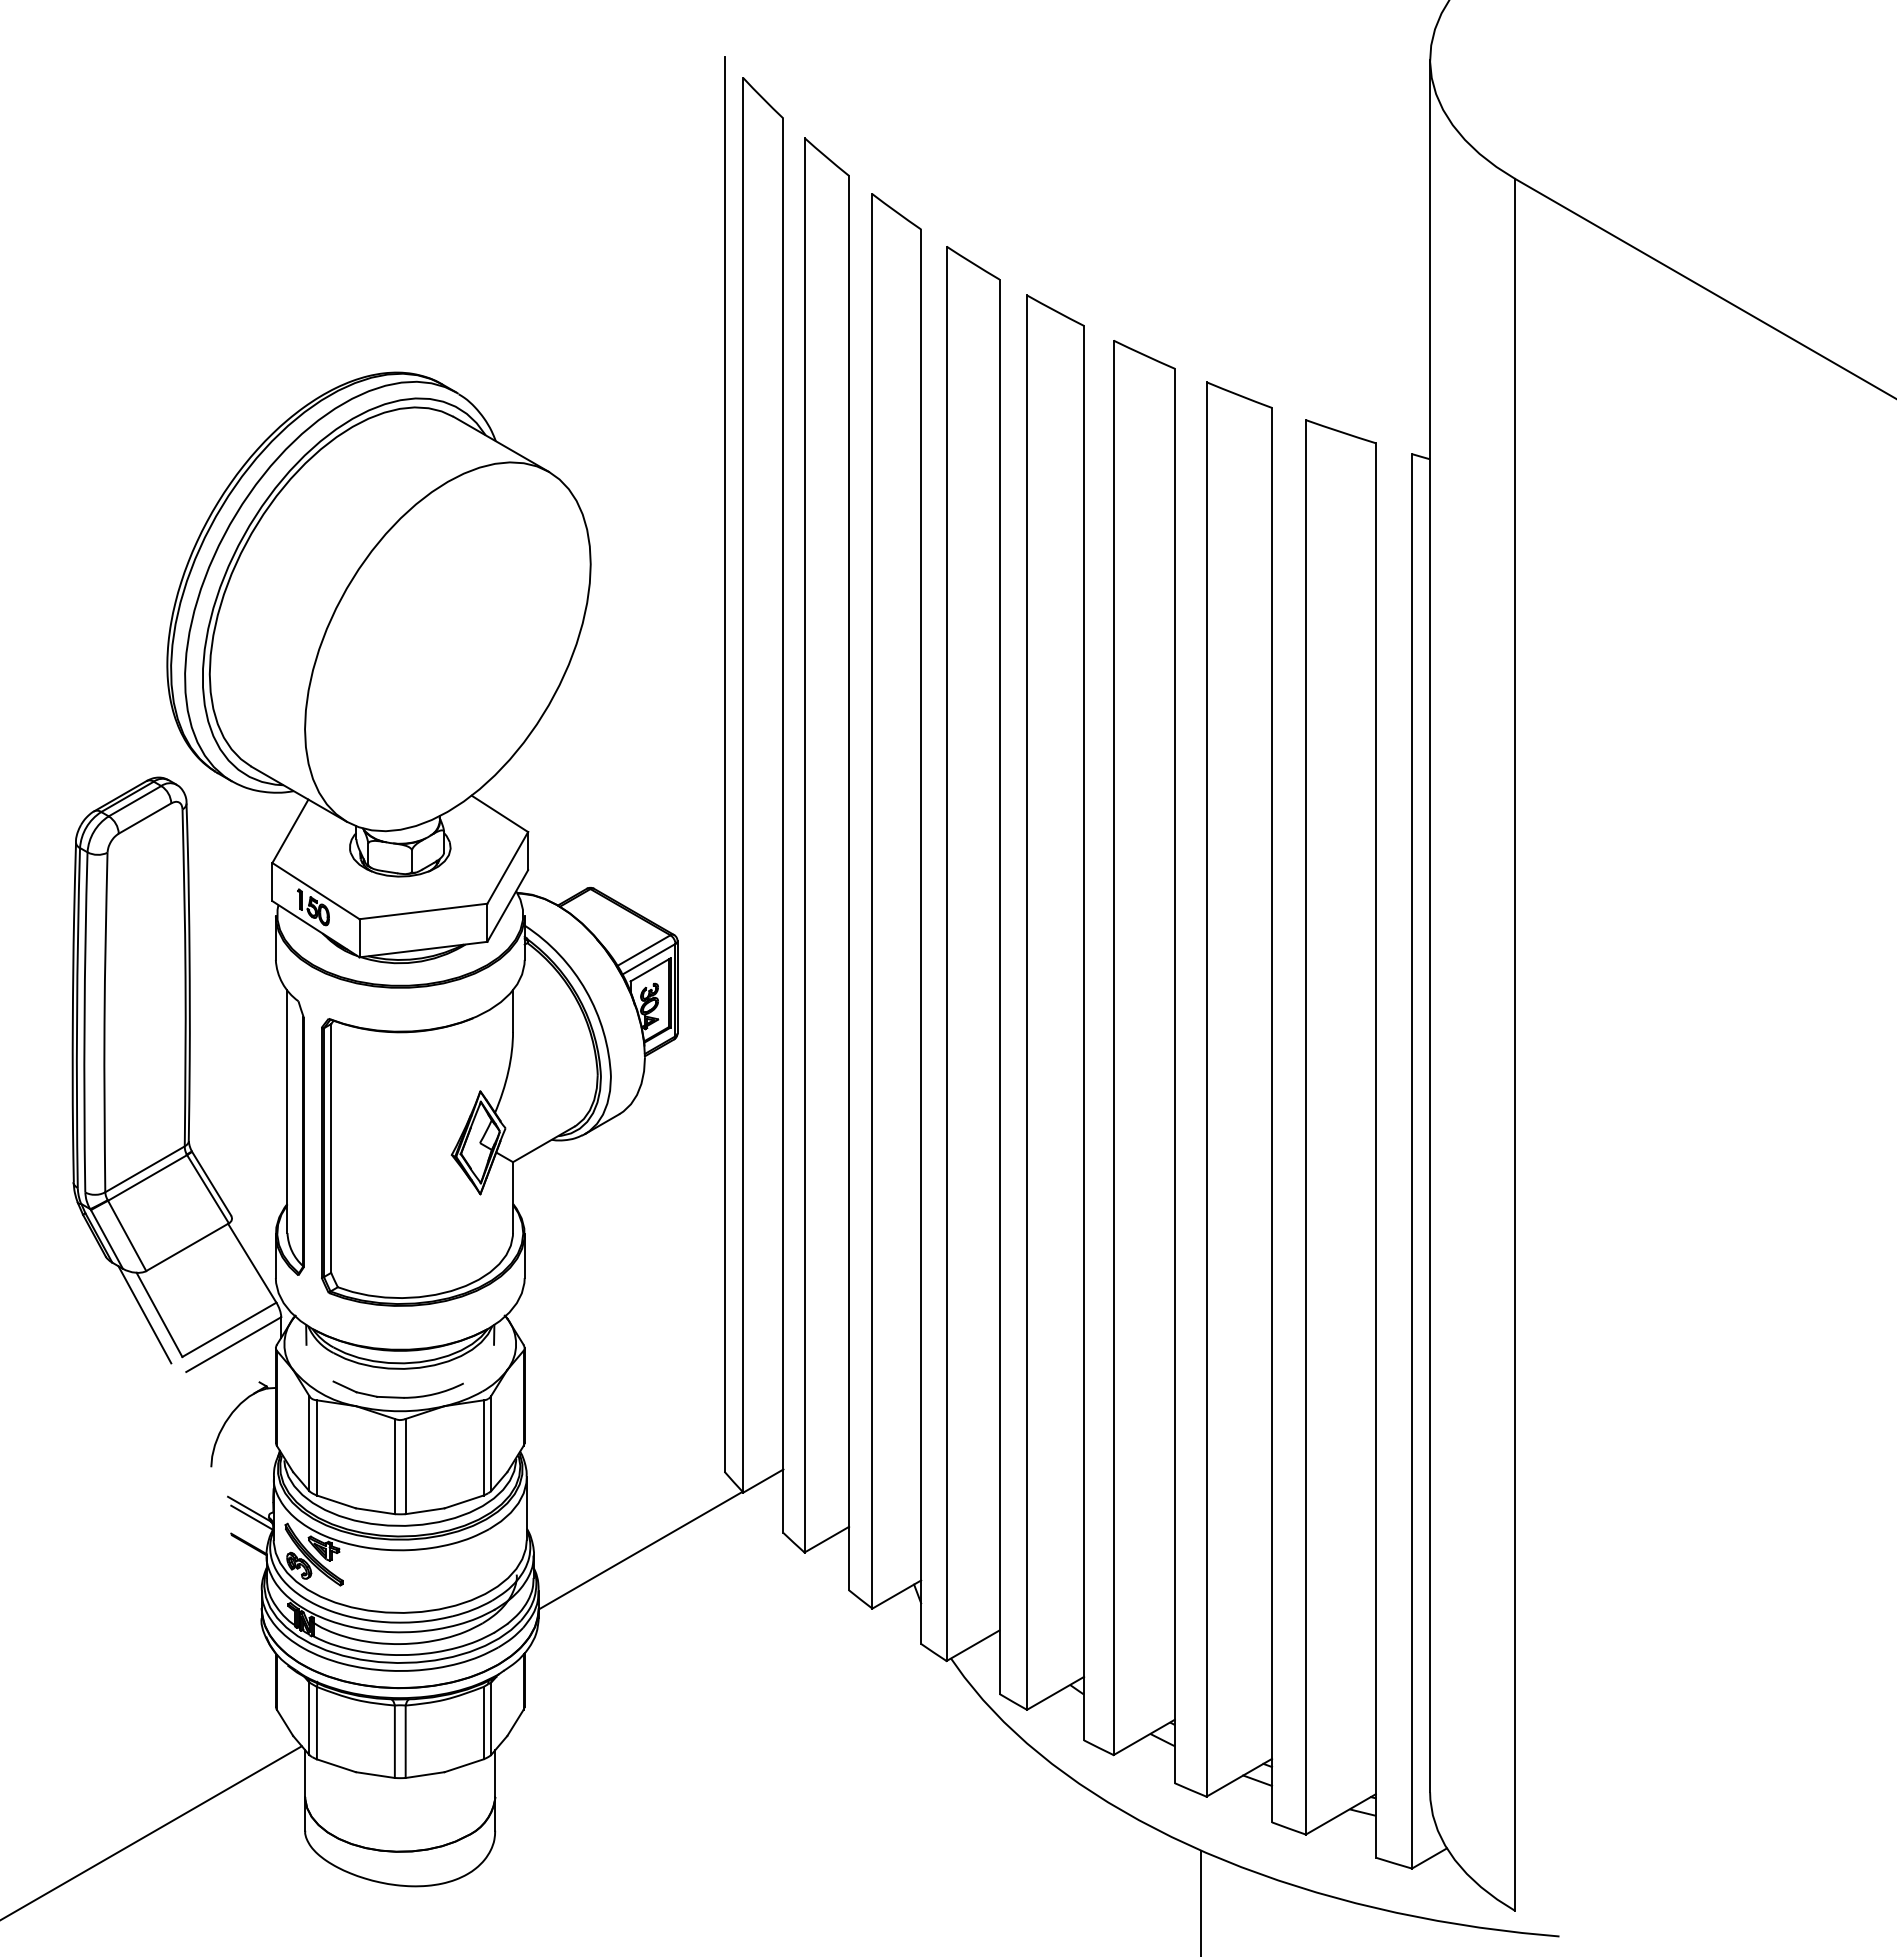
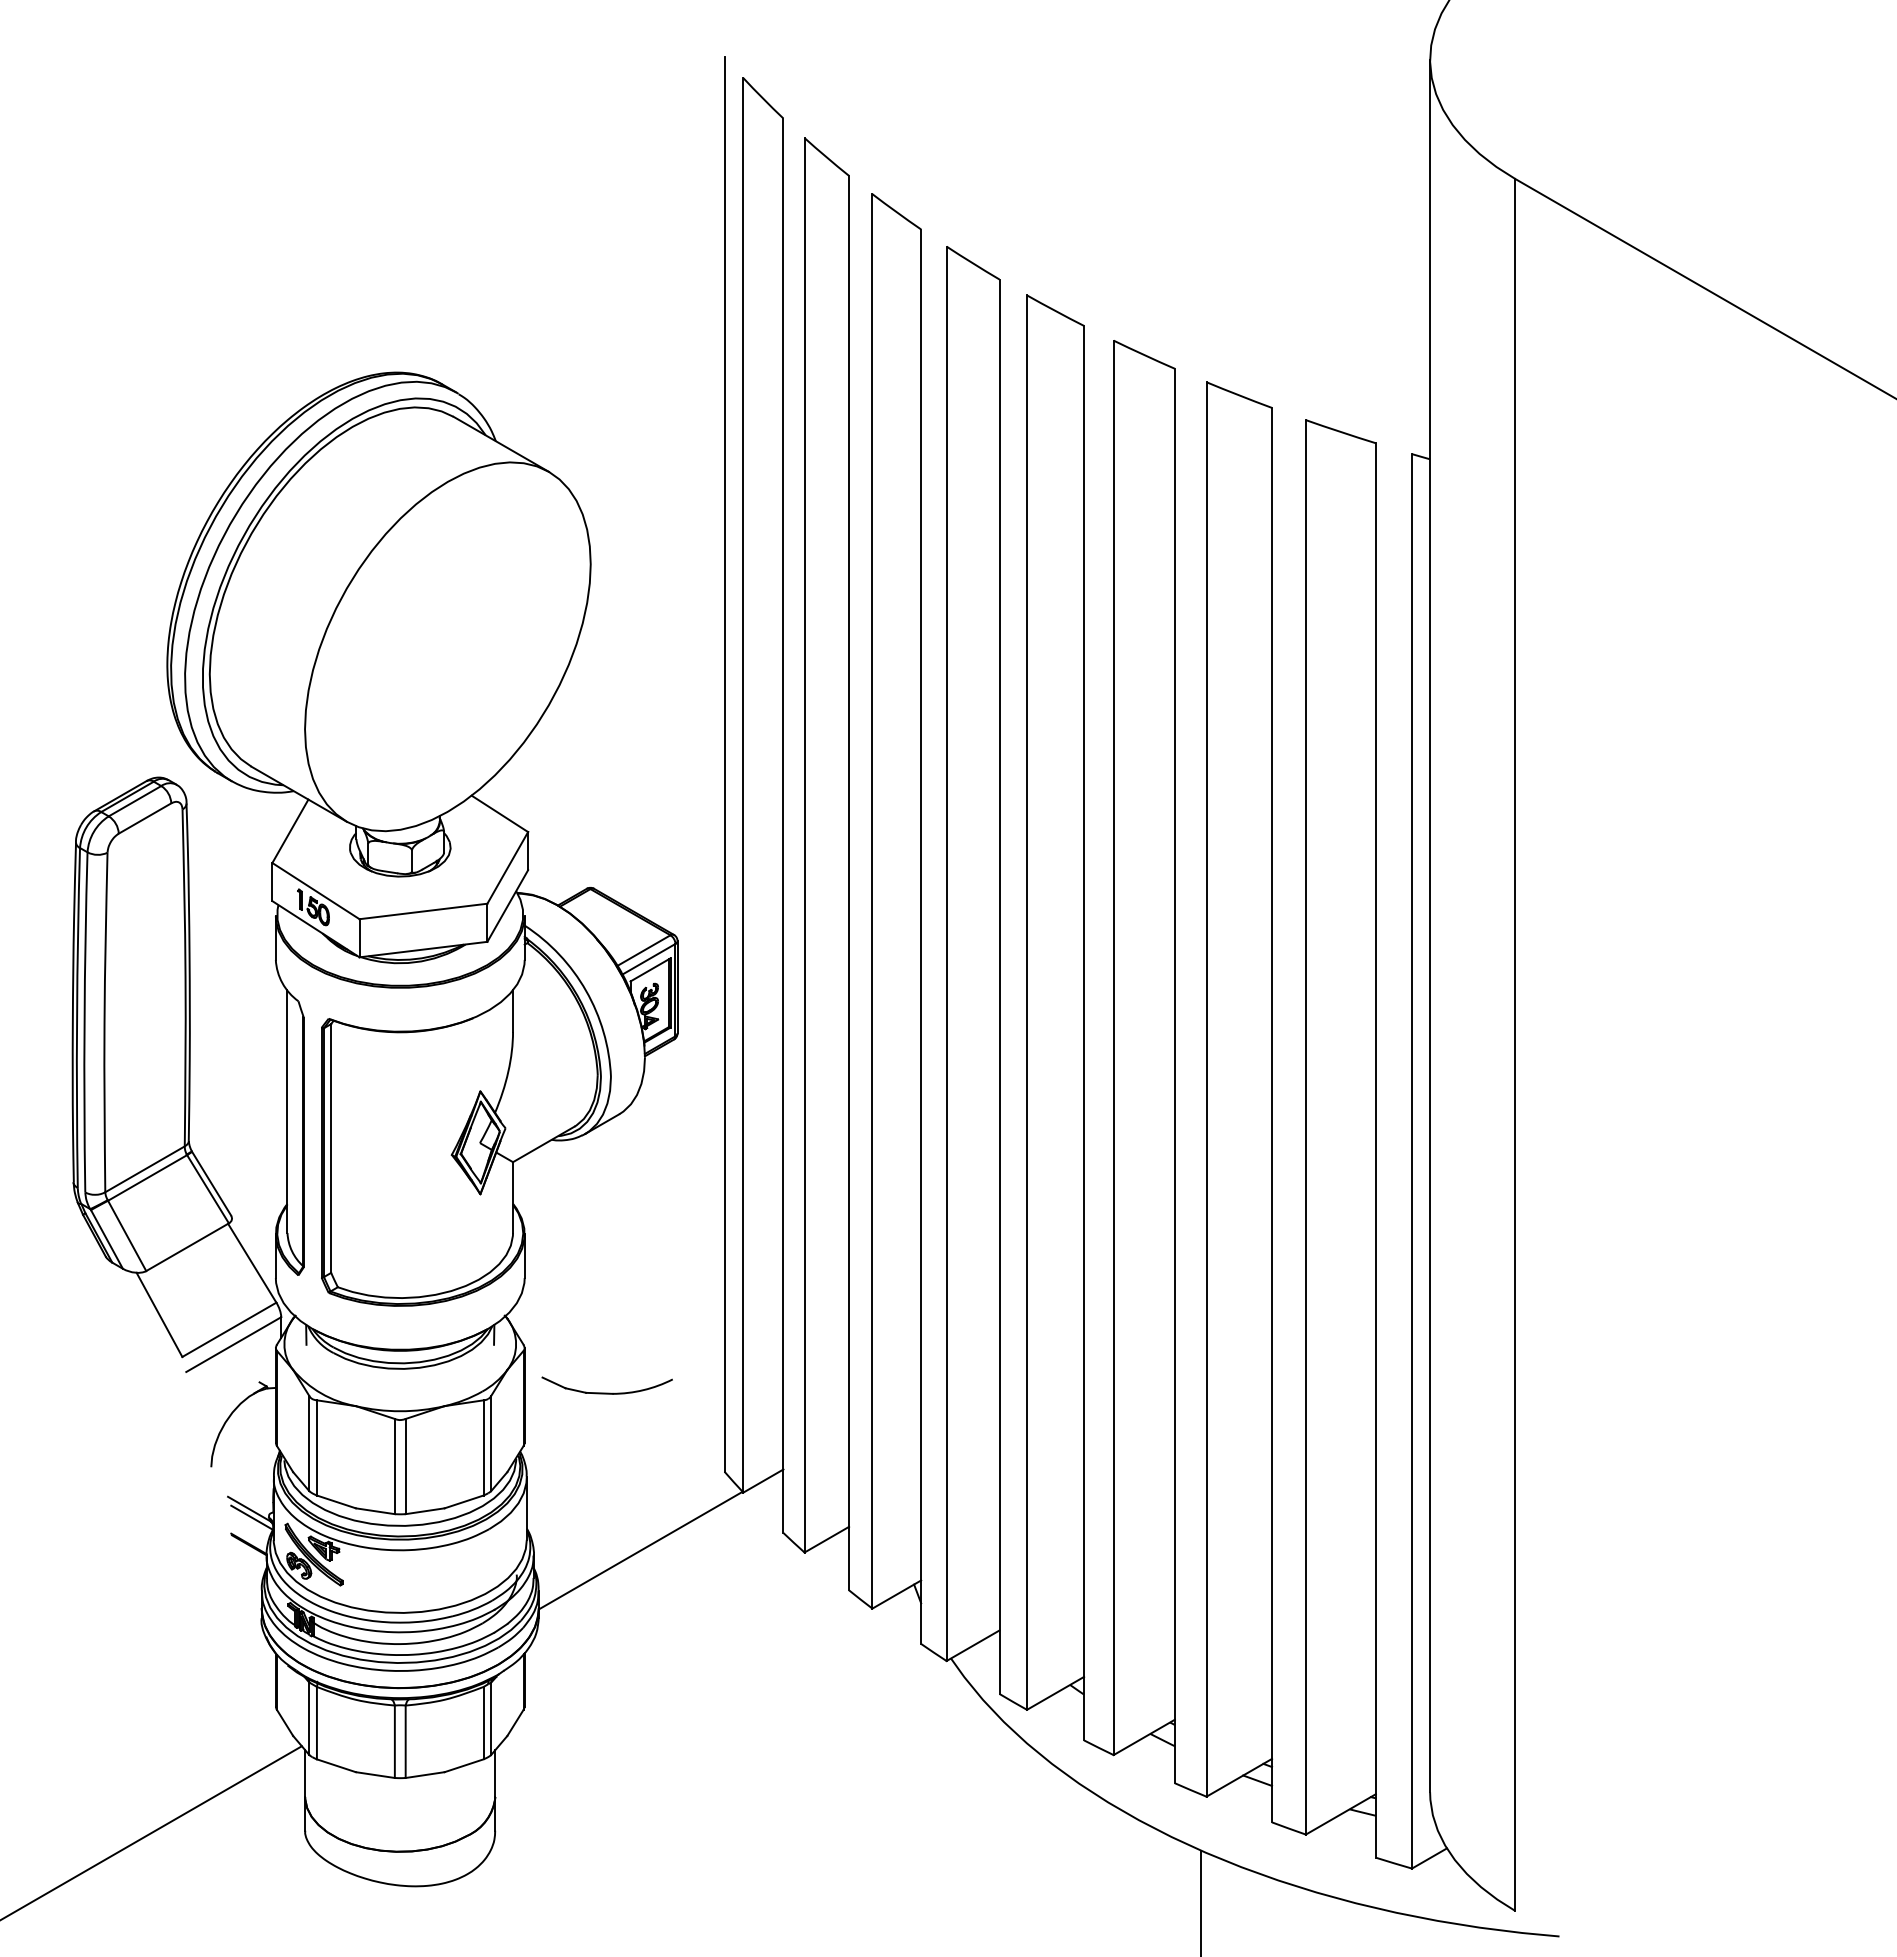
line at (144, 1314): present -> none
part at (397, 1396) position: (397, 1396) -> (606, 1392)
